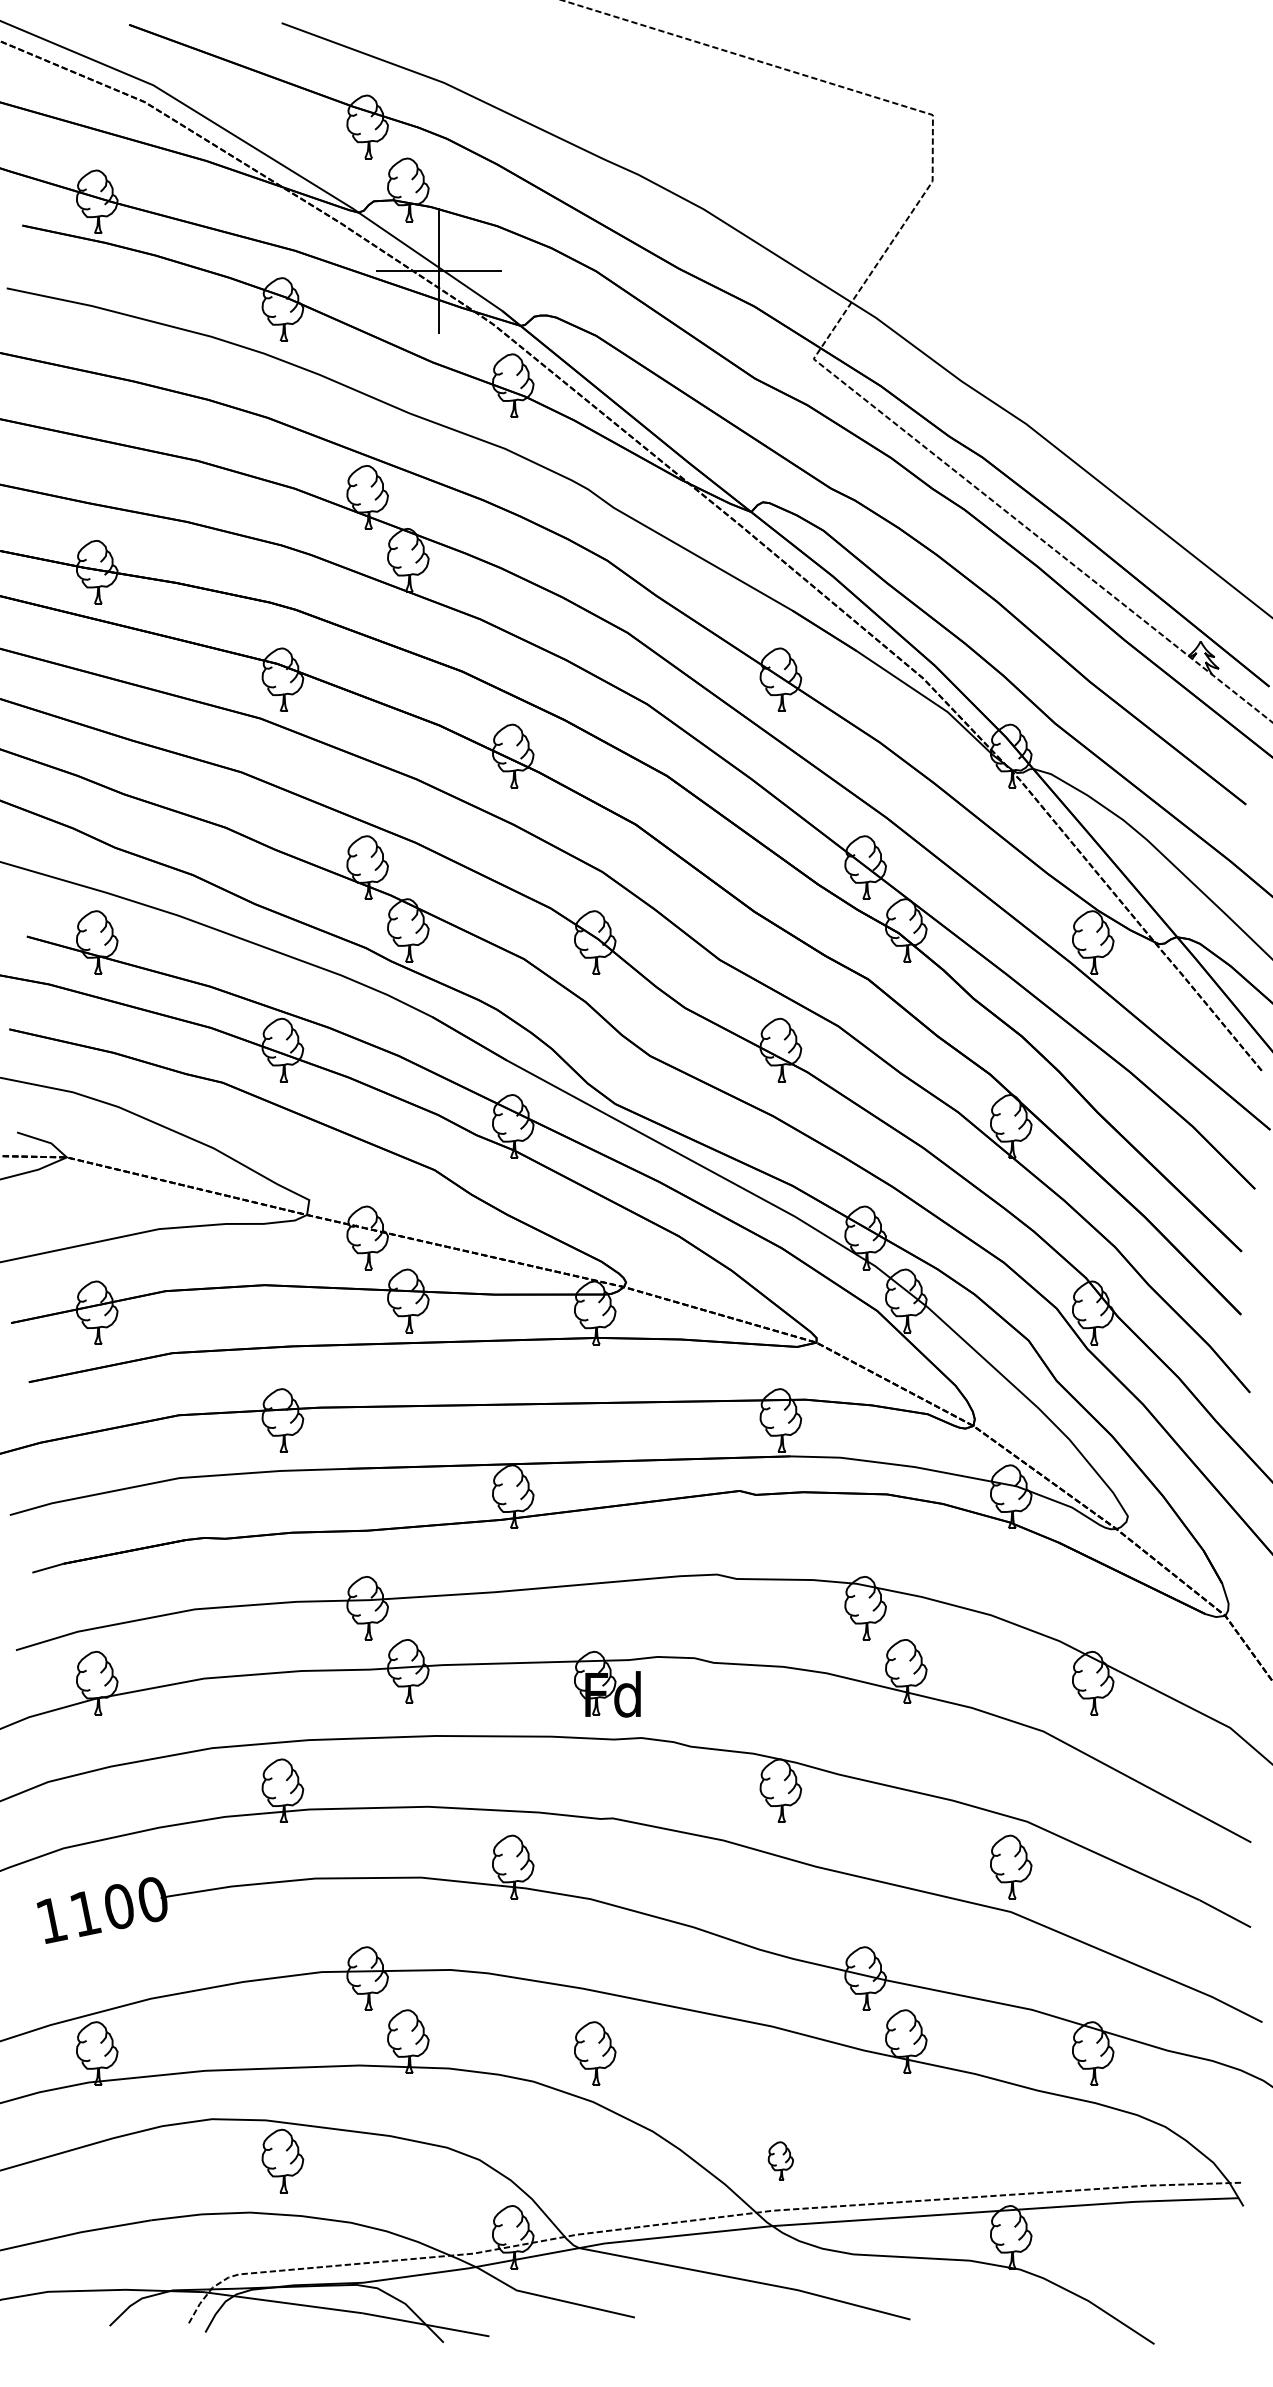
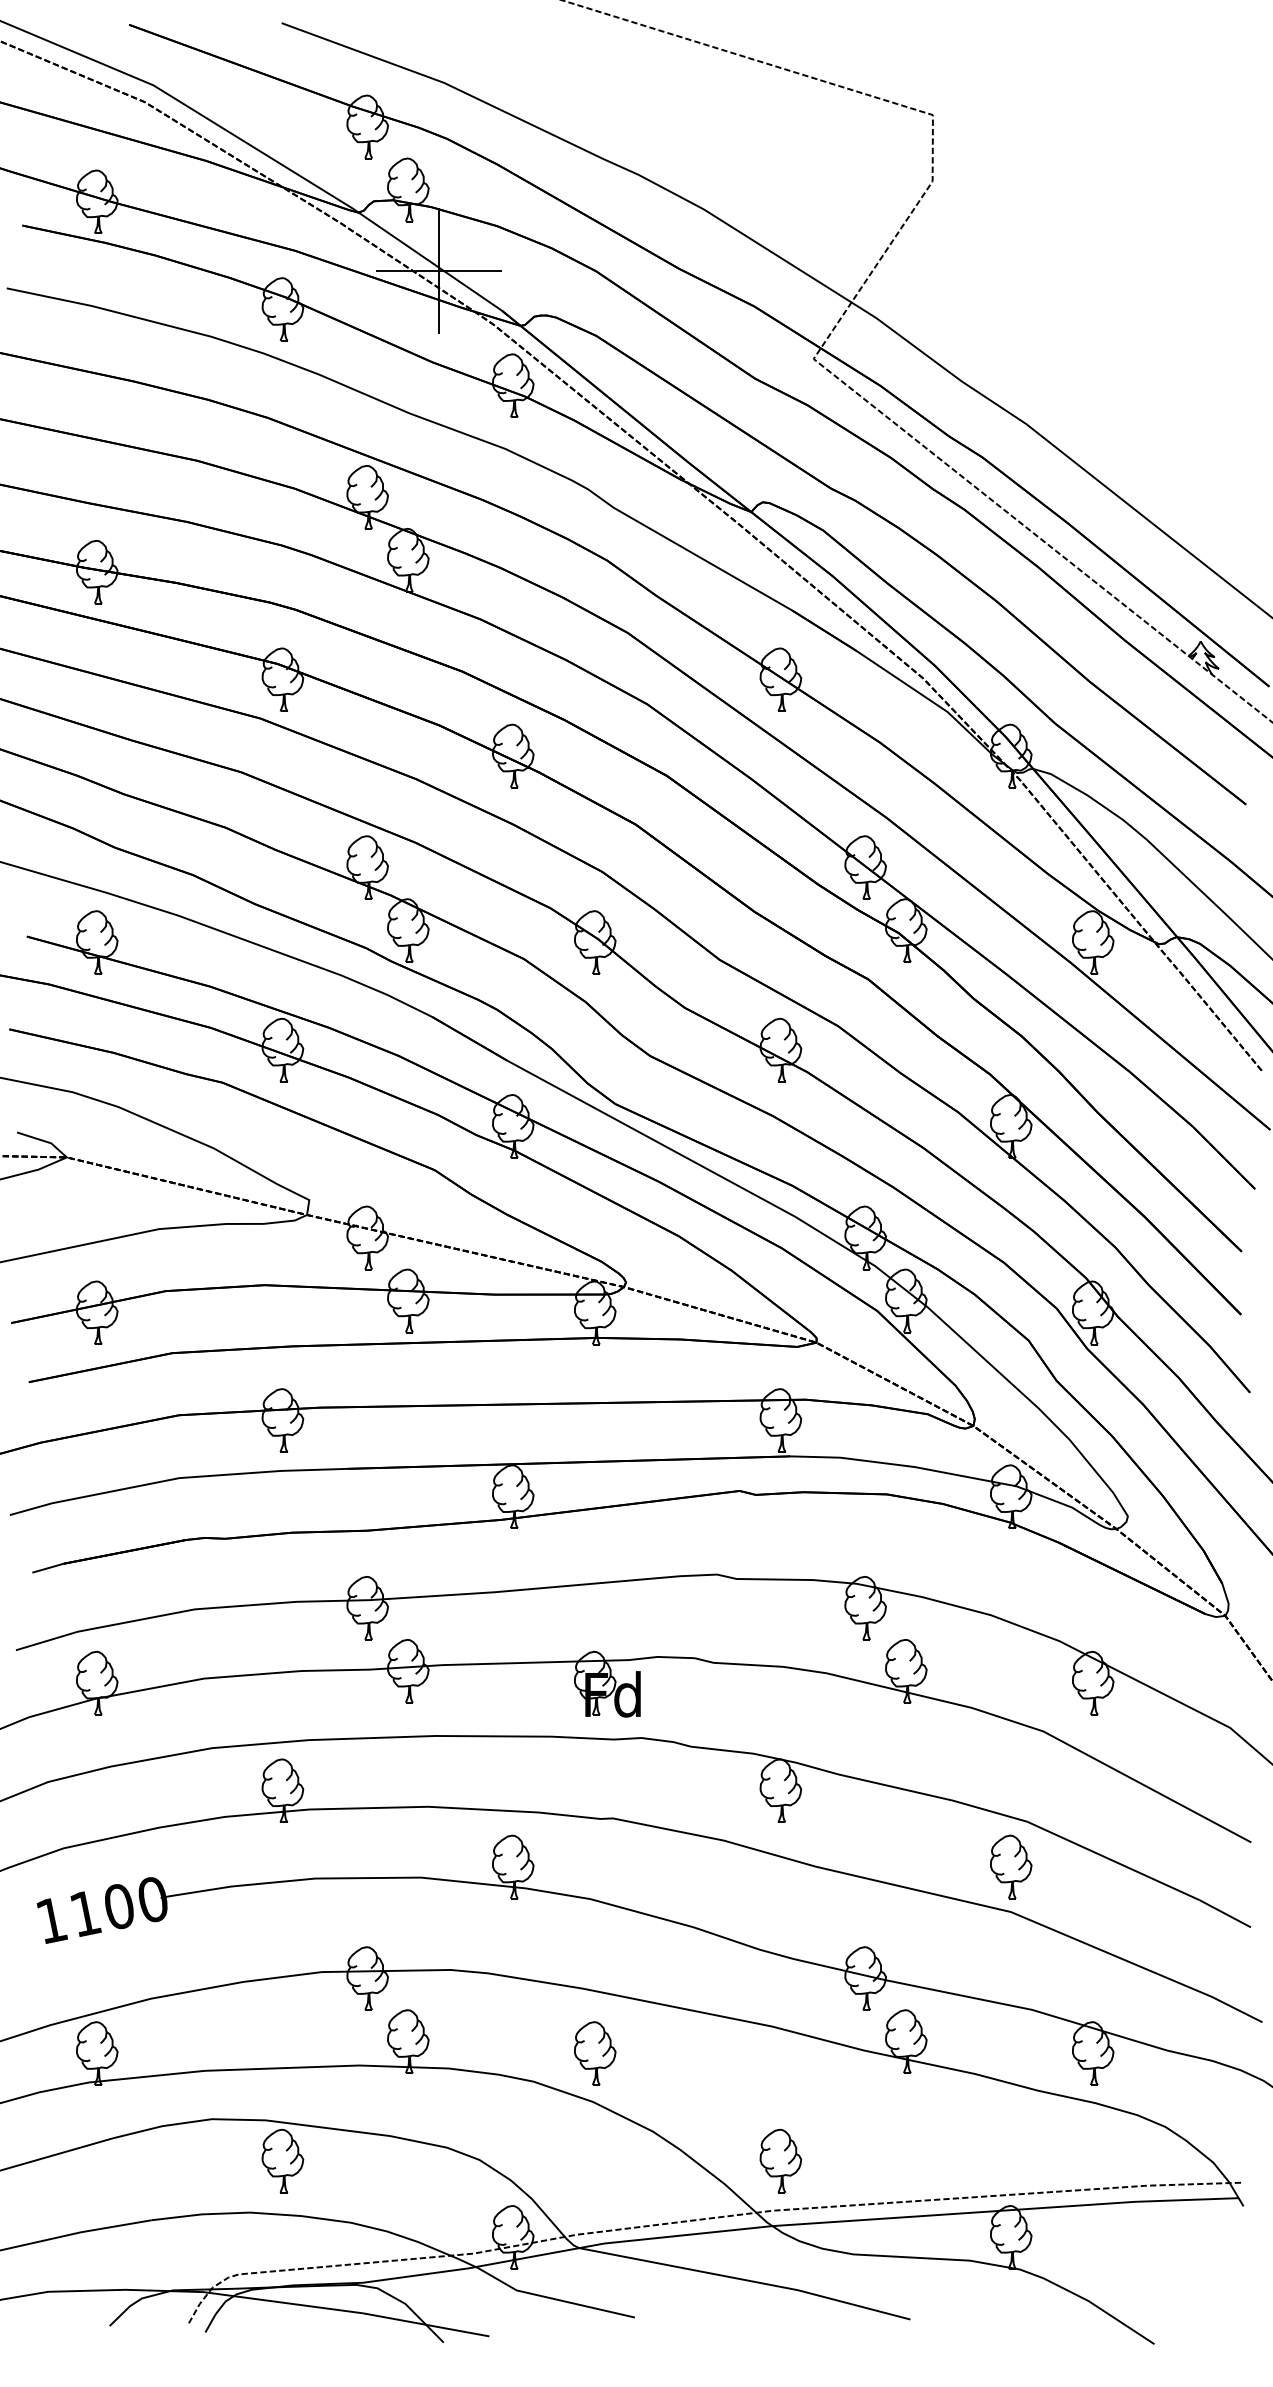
part at (780, 2160) size: 27x40 px -> 44x66 px
